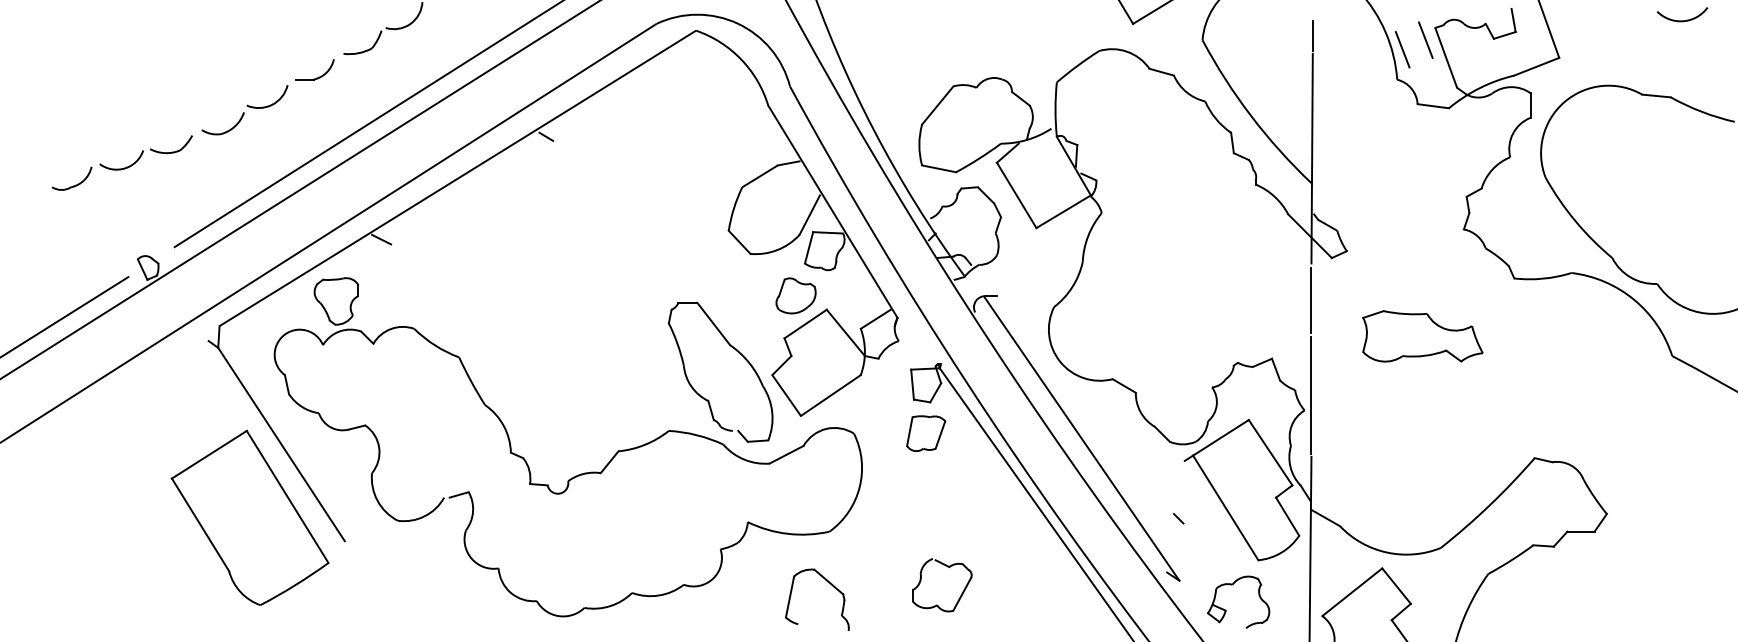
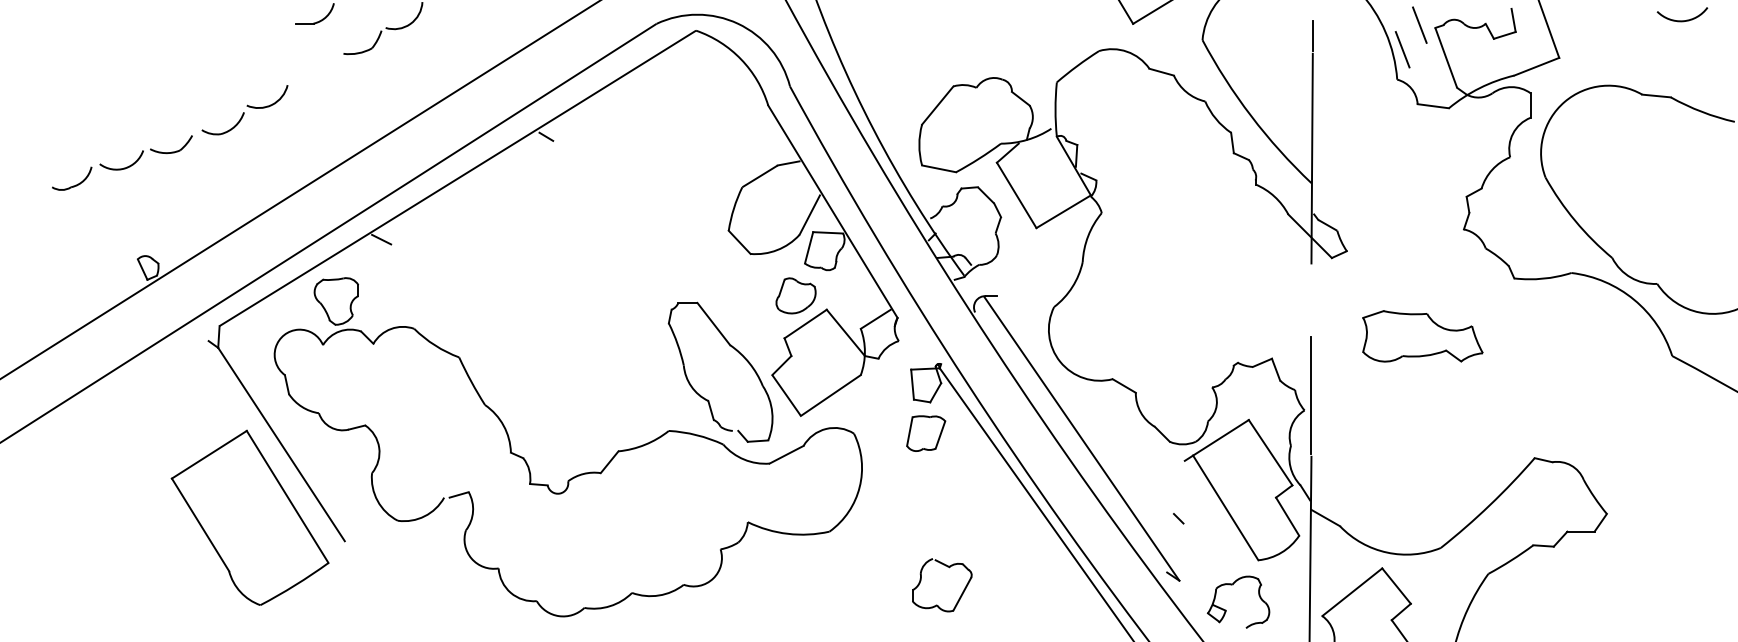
line at (1425, 39) position: (1425, 39) -> (1419, 24)
part at (316, 77) position: (316, 77) -> (316, 21)
line at (367, 124): present -> none
line at (1311, 299): present -> none
line at (65, 316): present -> none
part at (828, 583): present -> none
